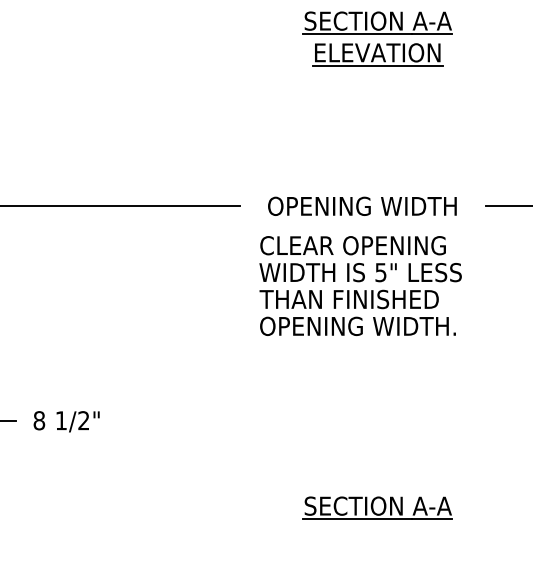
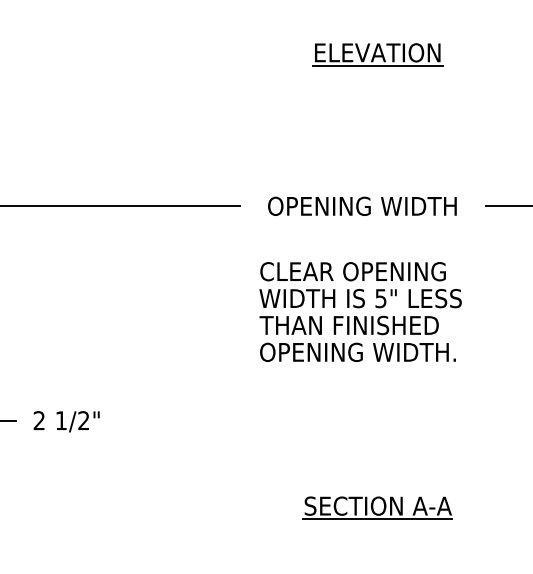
part at (377, 22): present -> none
text at (360, 285) position: (360, 285) -> (360, 311)
text at (39, 420): 8 -> 2
